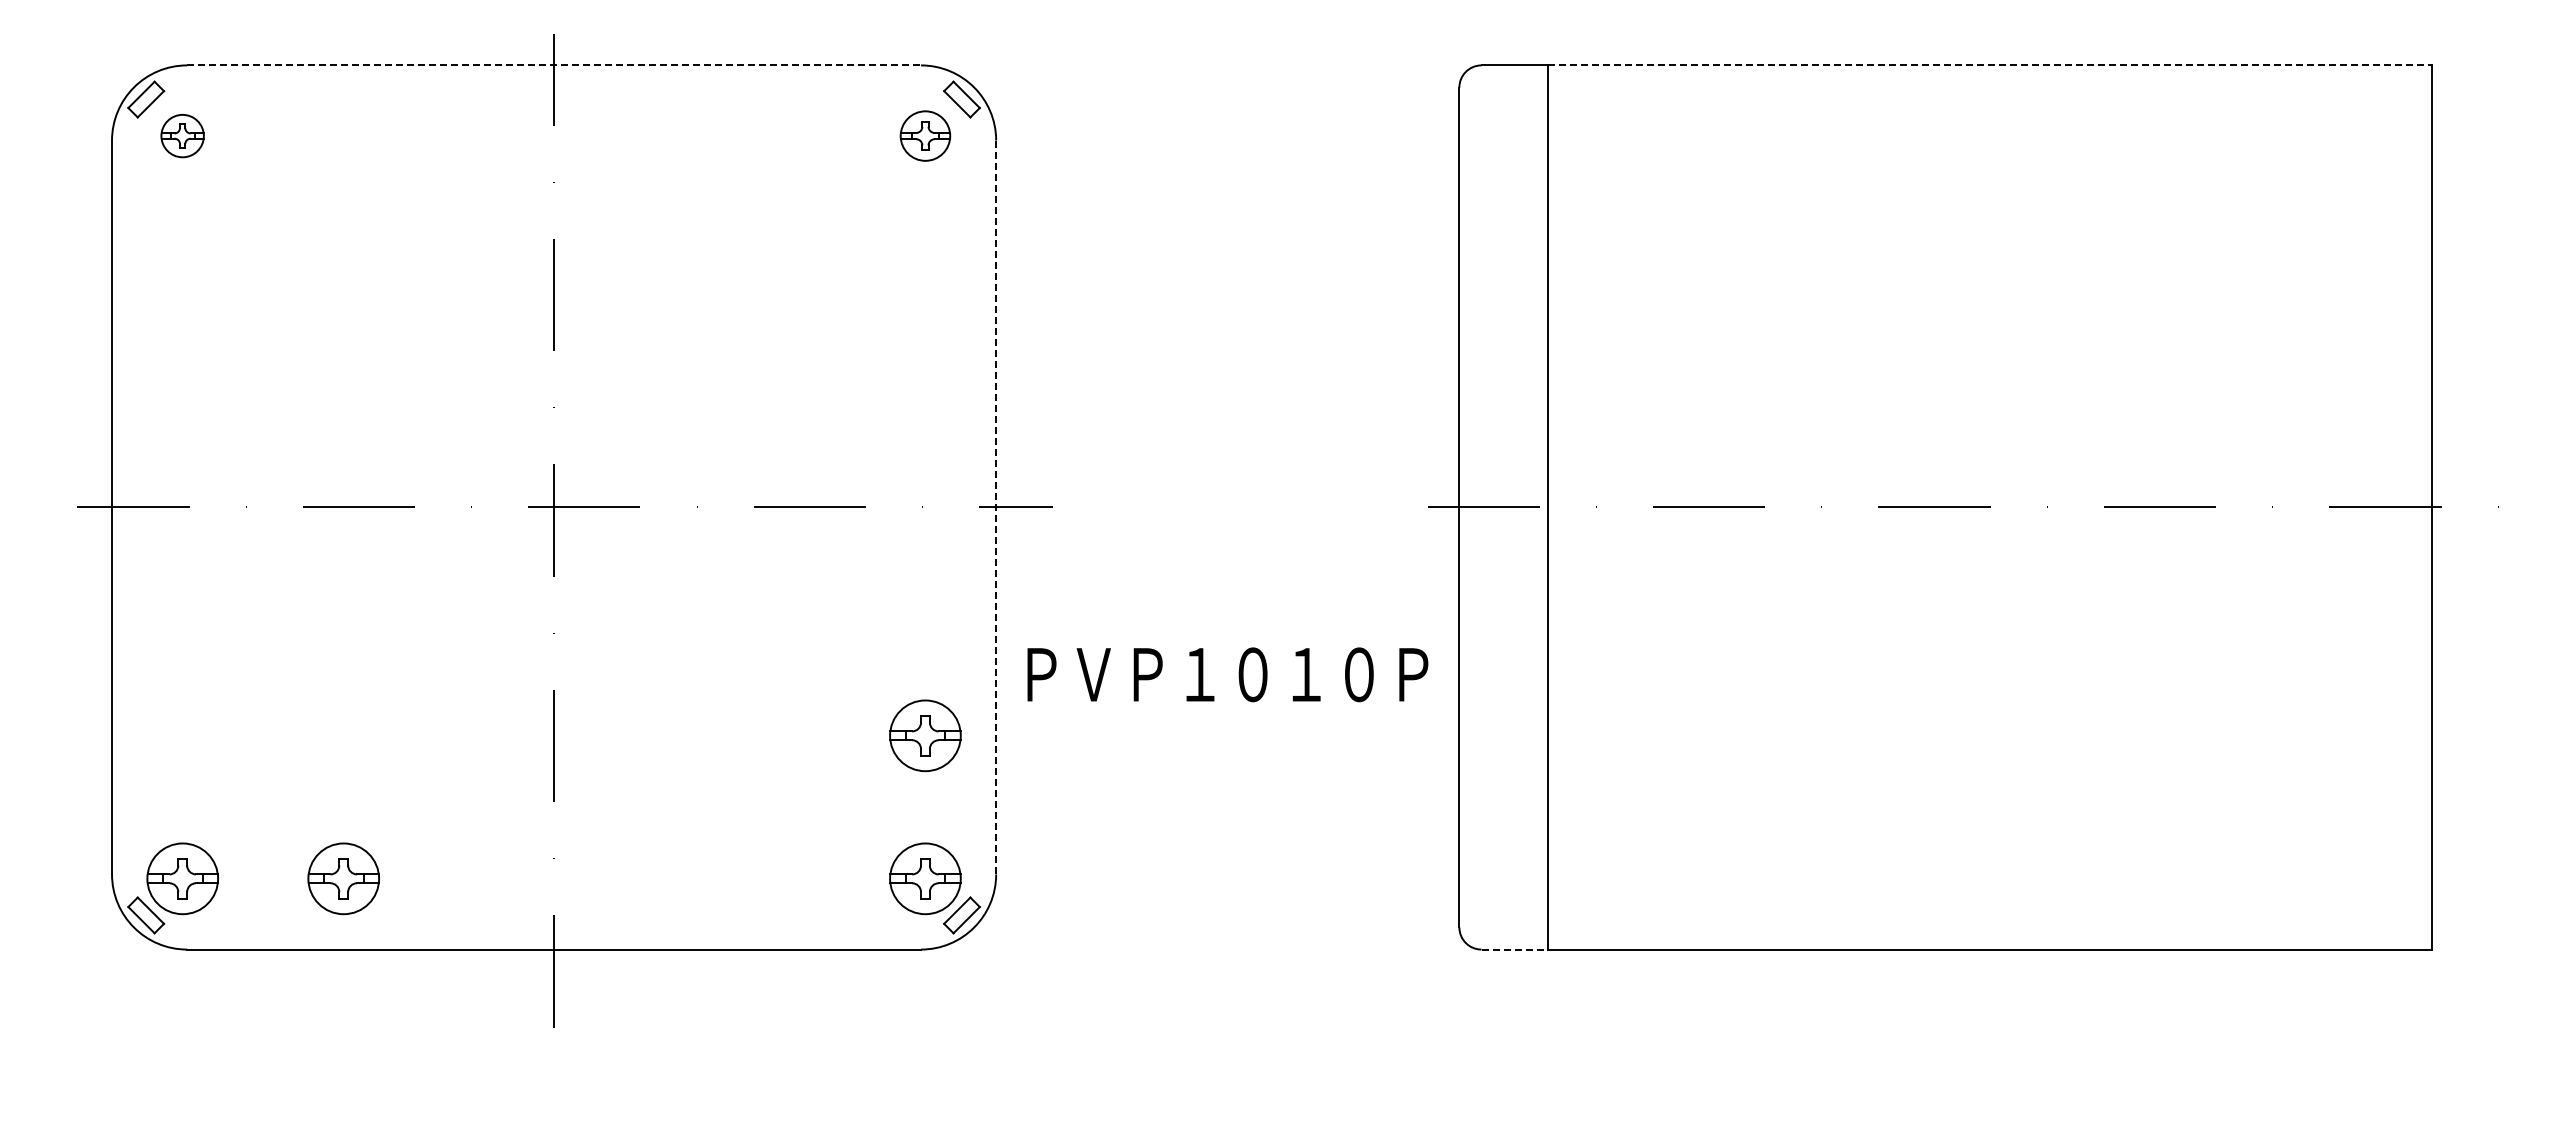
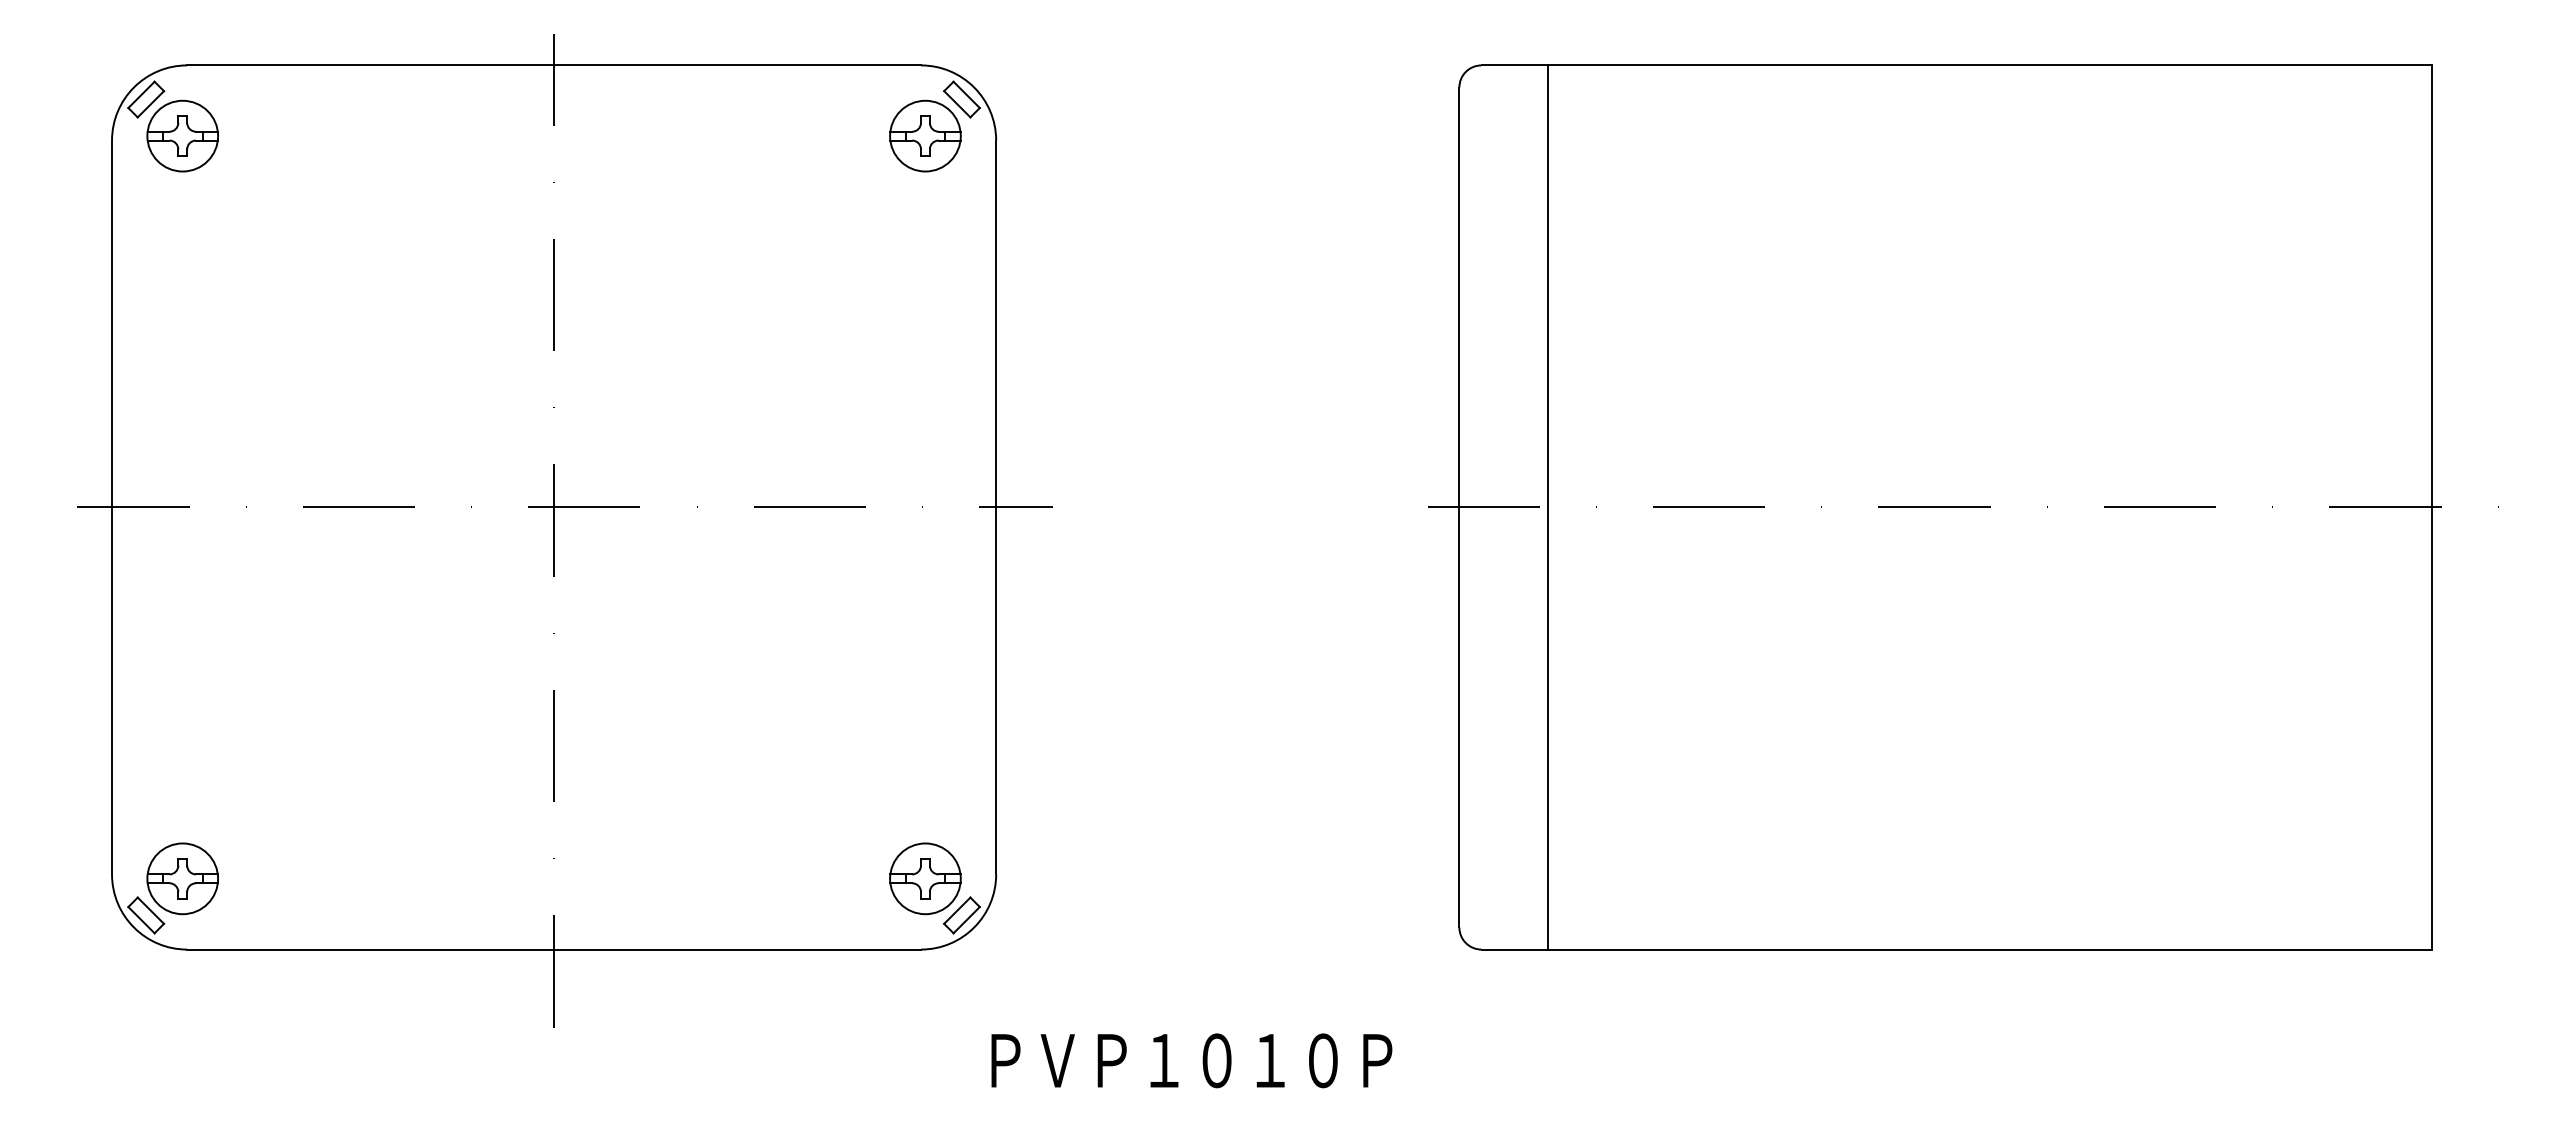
line at (554, 65): dashed -> solid
line at (1990, 65): dashed -> solid
part at (925, 135) size: 53x52 px -> 73x74 px
part at (182, 136) size: 45x45 px -> 73x74 px
line at (996, 507): dashed -> solid
text at (1227, 674) position: (1227, 674) -> (1191, 1060)
part at (925, 735): present -> none
part at (343, 878): present -> none
line at (1515, 949): dashed -> solid
